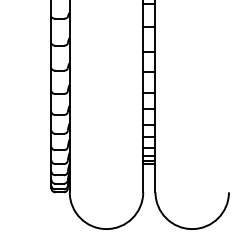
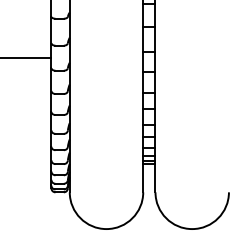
line at (26, 57): none -> present
